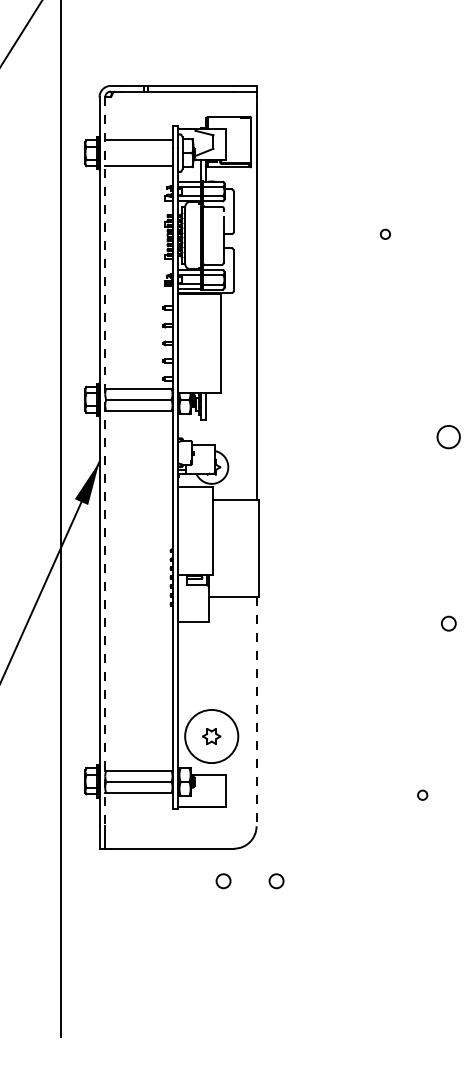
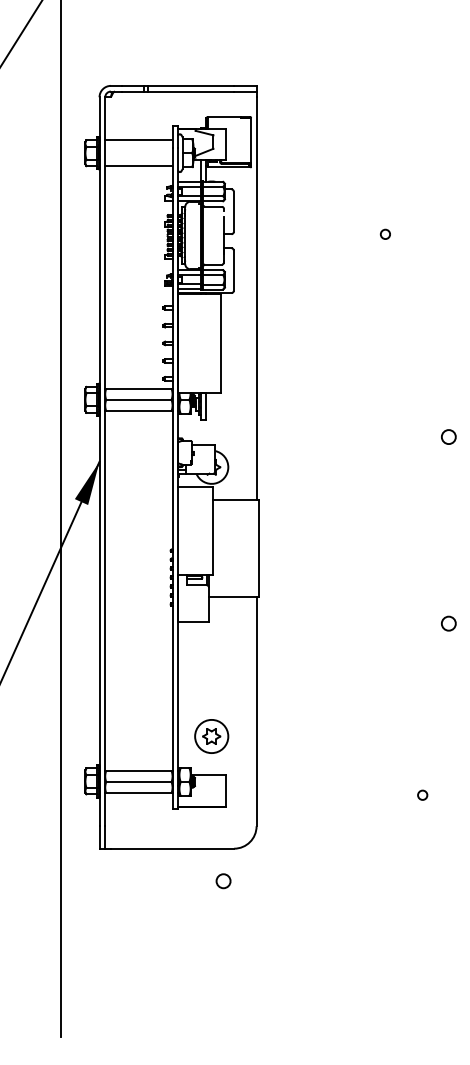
circle at (448, 437) size: 25x25 px -> 16x16 px
line at (105, 462): dashed -> solid
line at (256, 712): dashed -> solid
circle at (211, 736) diameter: 53 px -> 33 px
circle at (276, 881): present -> none
